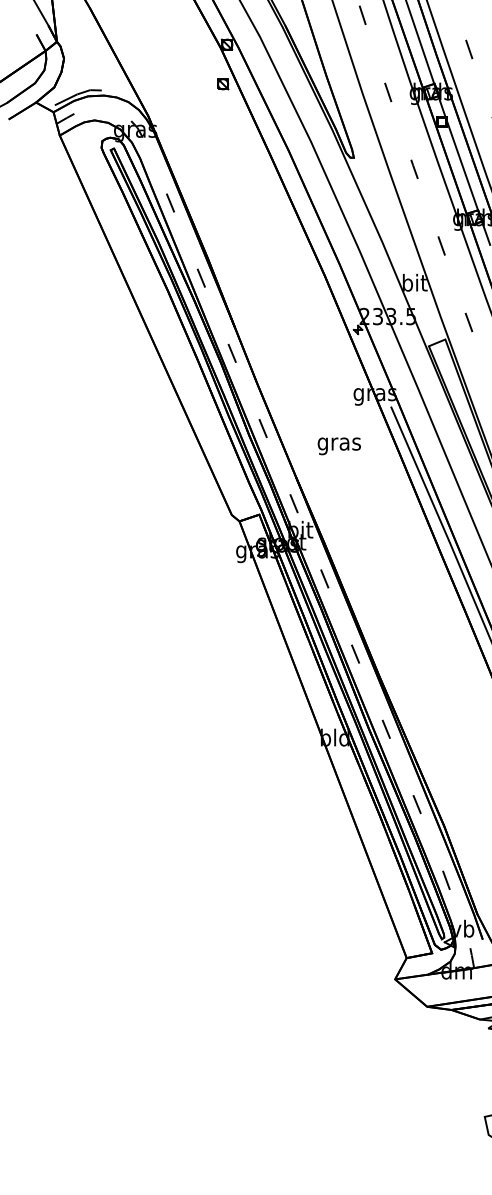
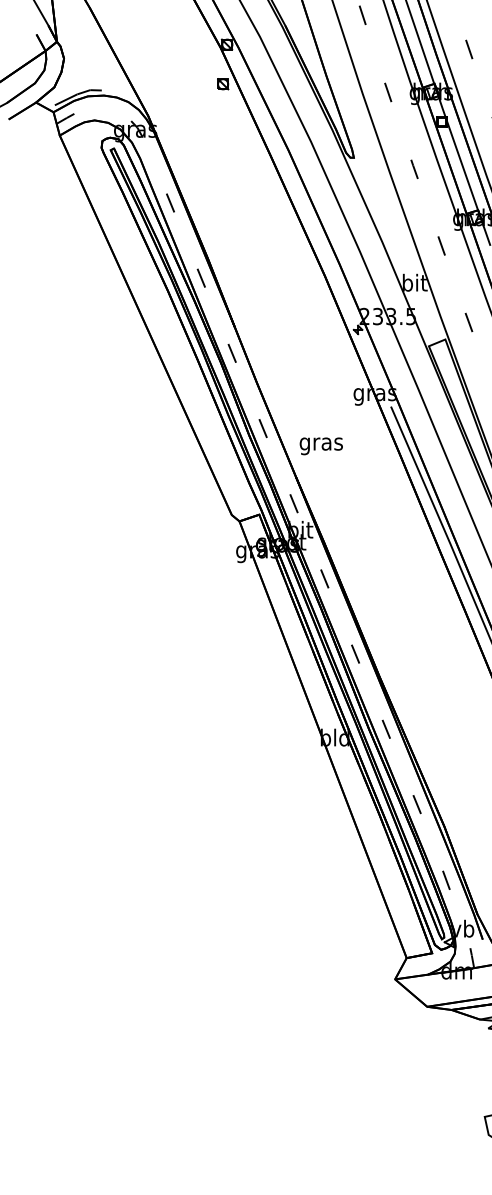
text at (338, 446) position: (338, 446) -> (320, 446)
